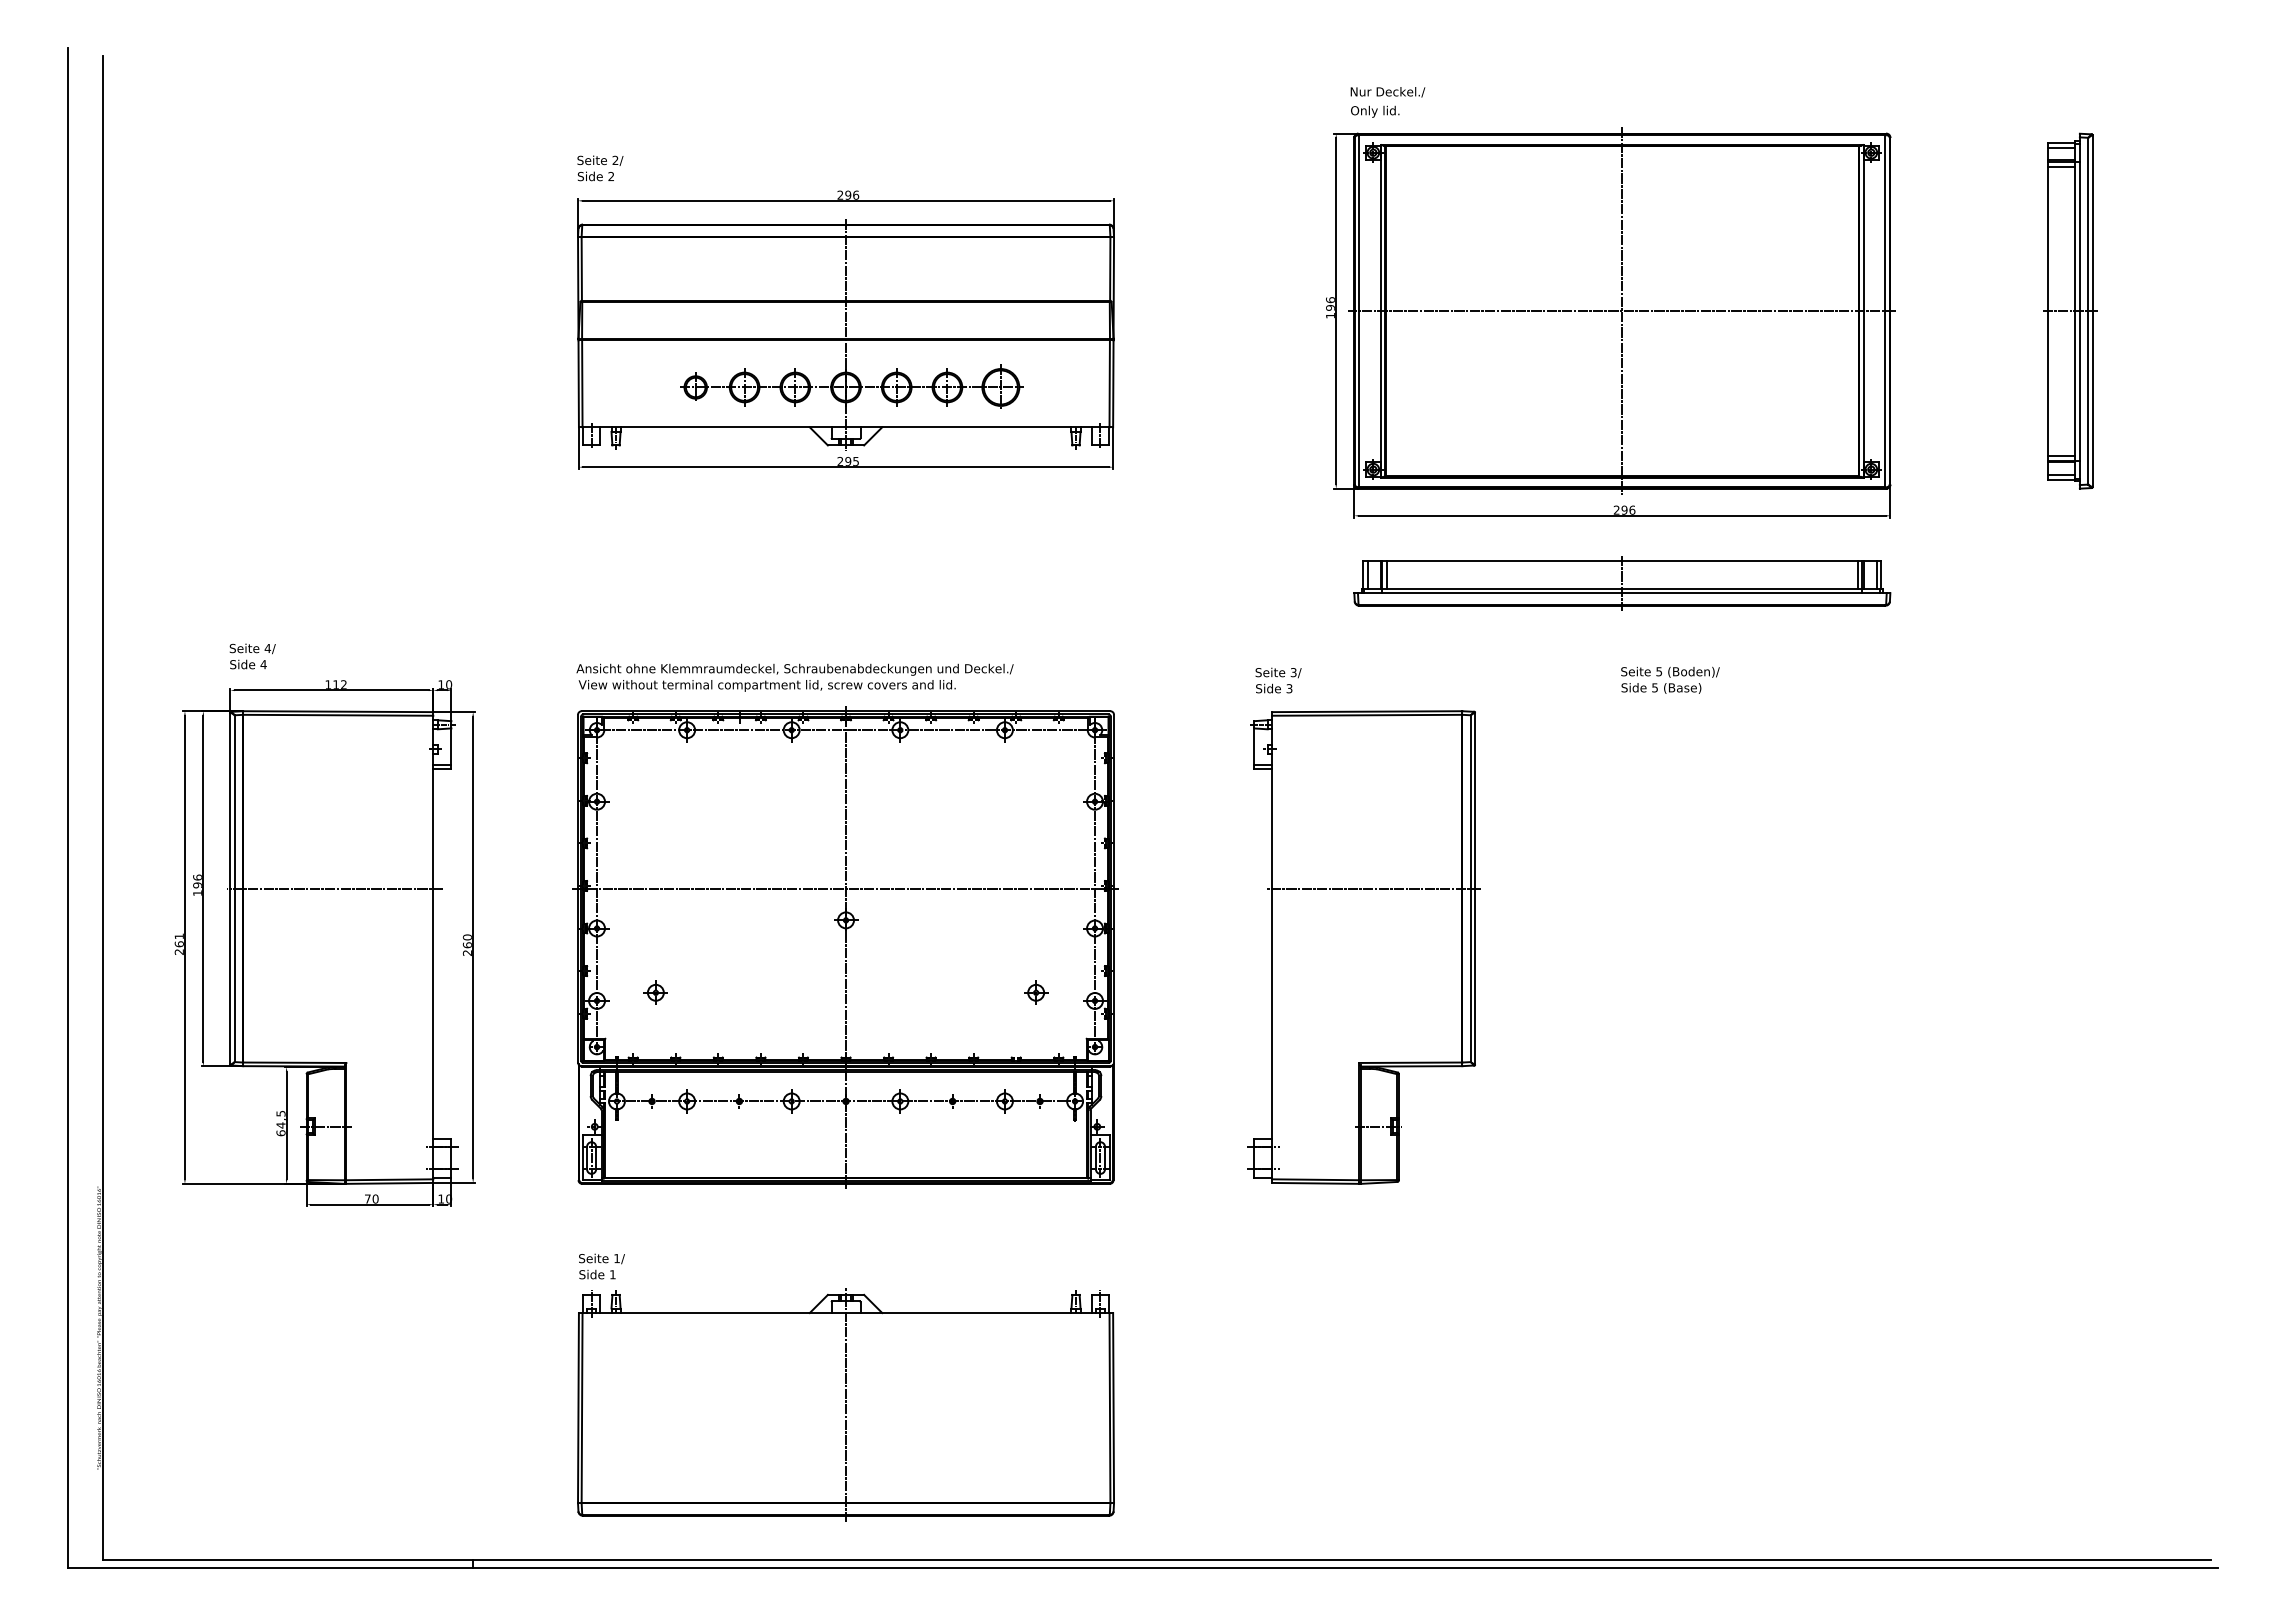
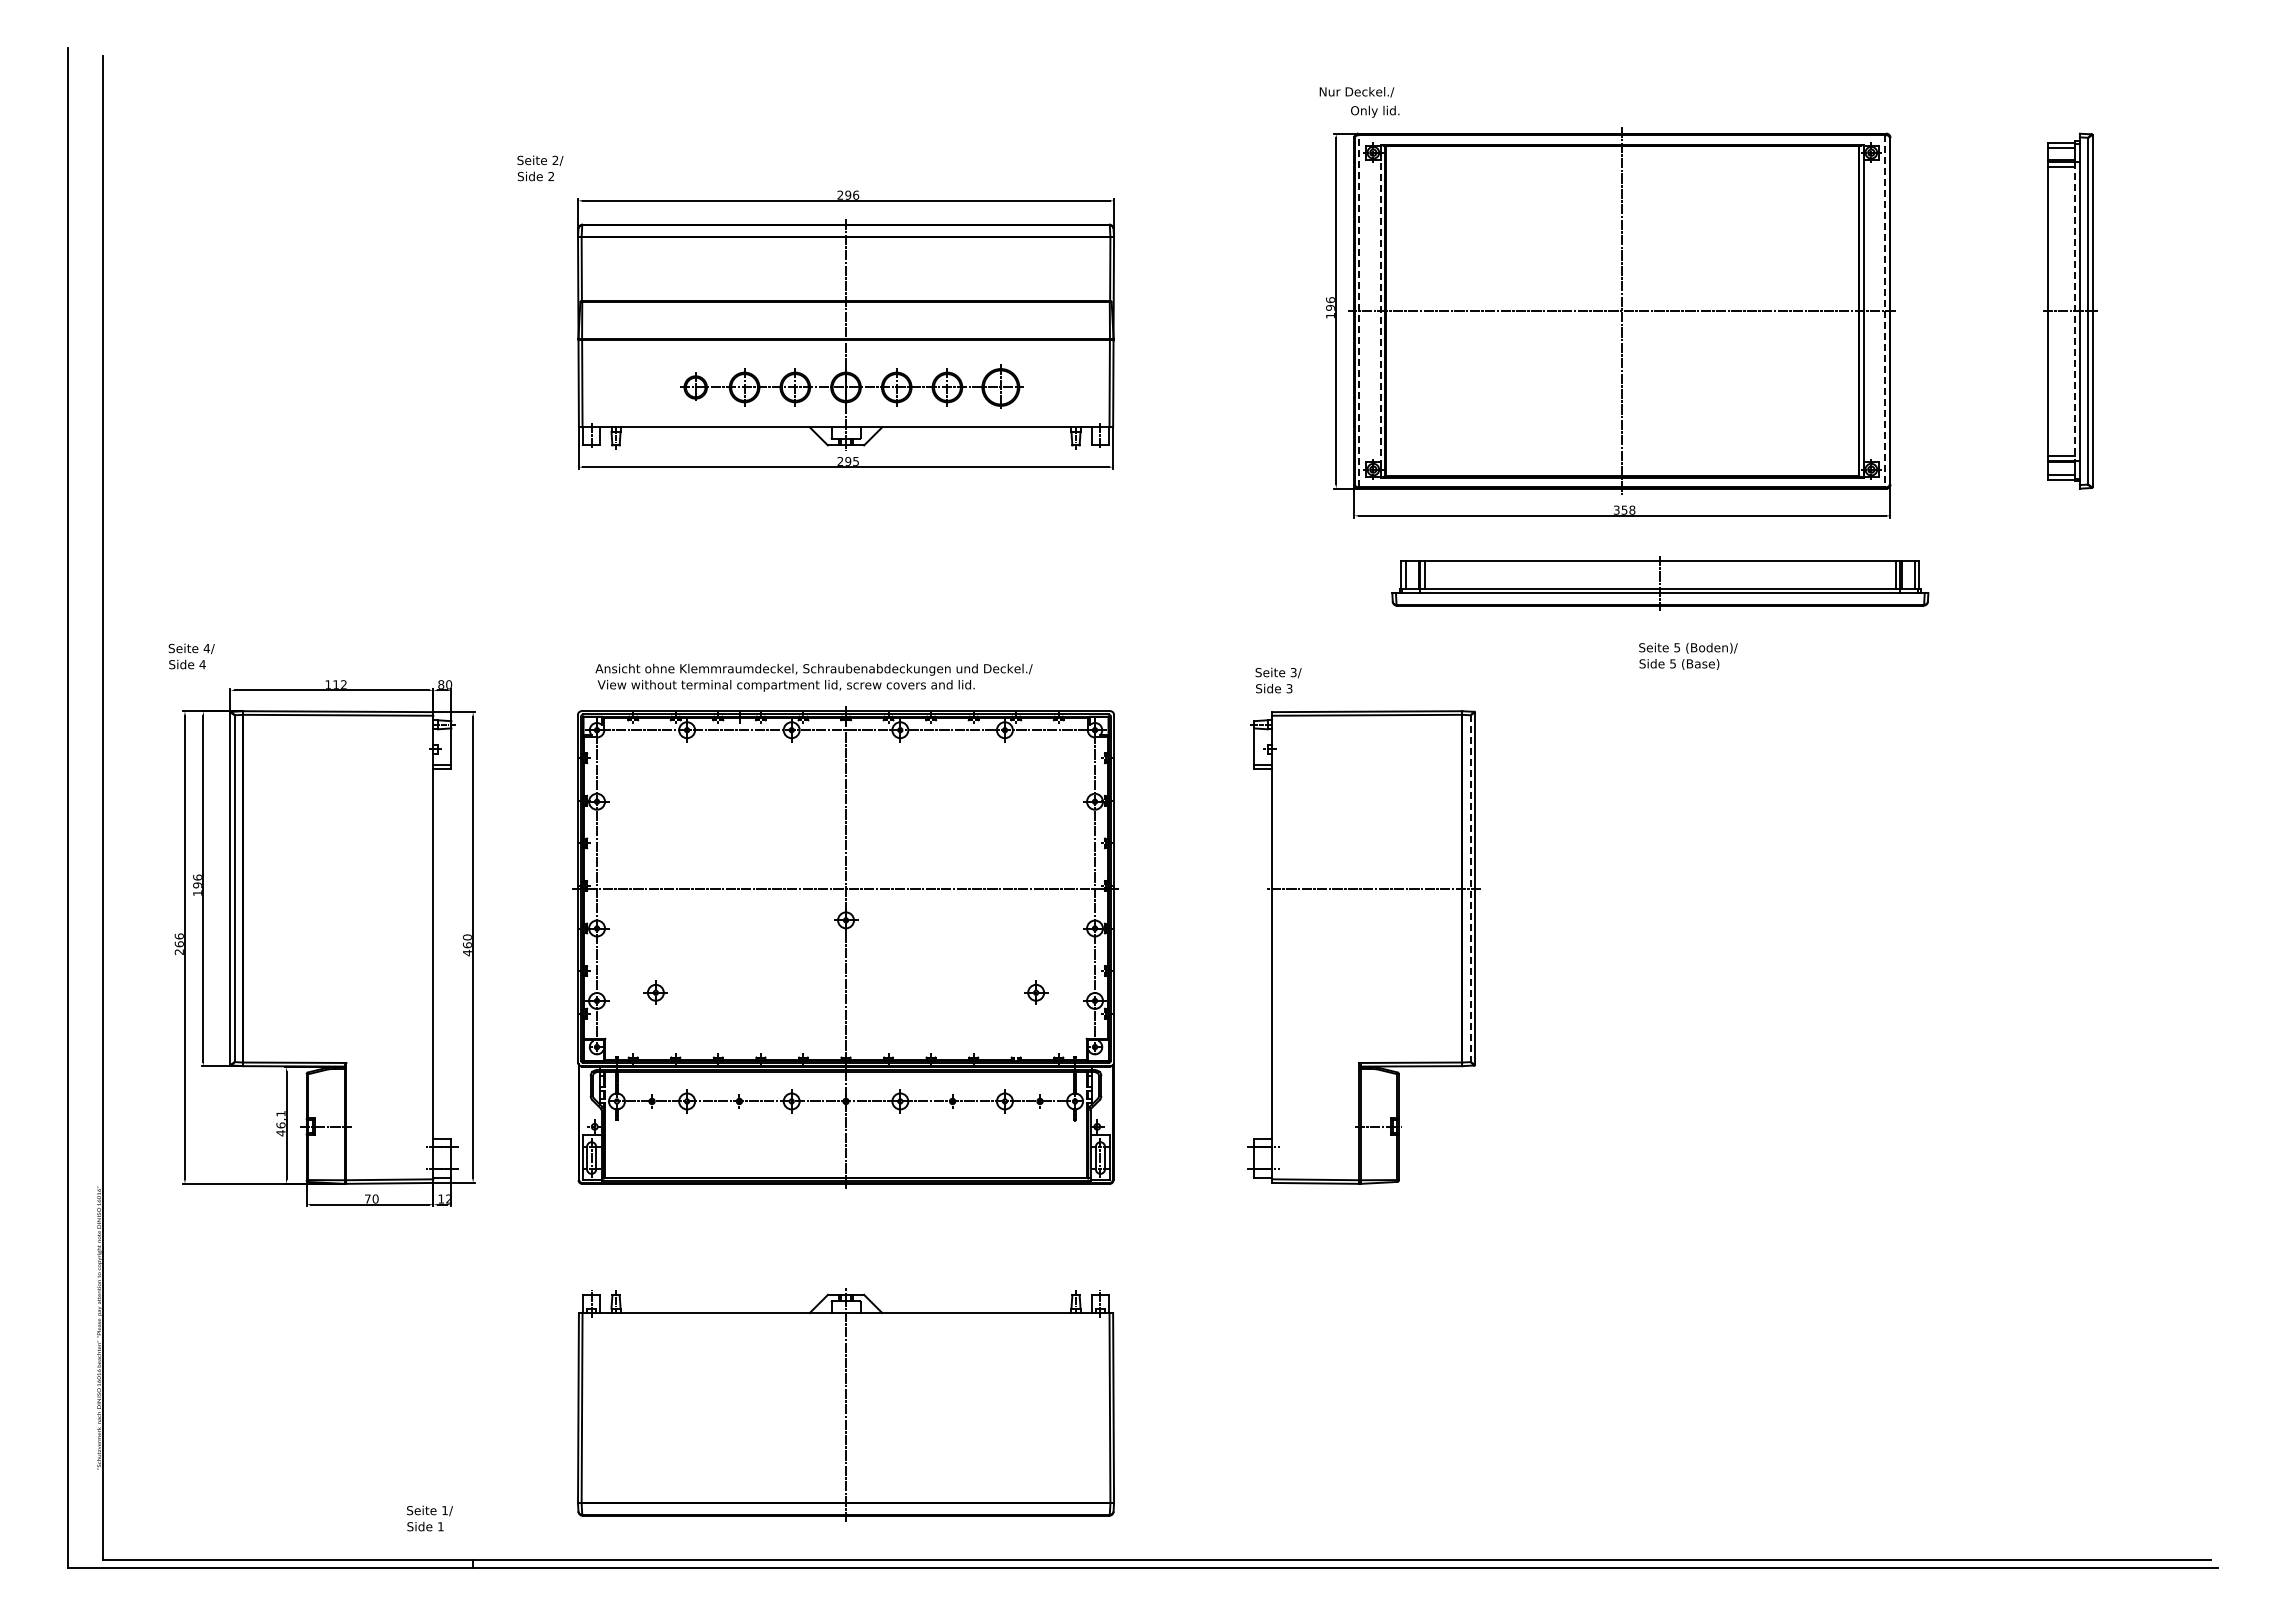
text at (1387, 92) position: (1387, 92) -> (1356, 92)
text at (600, 168) position: (600, 168) -> (540, 168)
line at (1359, 311): solid -> dashed
line at (1380, 311): solid -> dashed
line at (1885, 311): solid -> dashed
line at (2075, 311): solid -> dashed
text at (1624, 509): 296 -> 358
part at (1622, 583) position: (1622, 583) -> (1660, 583)
text at (252, 656) position: (252, 656) -> (191, 656)
text at (794, 677) position: (794, 677) -> (813, 677)
text at (1670, 679) position: (1670, 679) -> (1688, 655)
text at (441, 684): 10 -> 80
line at (334, 888): present -> none
line at (1470, 889): solid -> dashed
text at (178, 936): 261 -> 266
text at (466, 952): 260 -> 460
text at (280, 1123): 64,5 -> 46,1
text at (449, 1198): 10 -> 12
text at (601, 1266) position: (601, 1266) -> (429, 1518)
